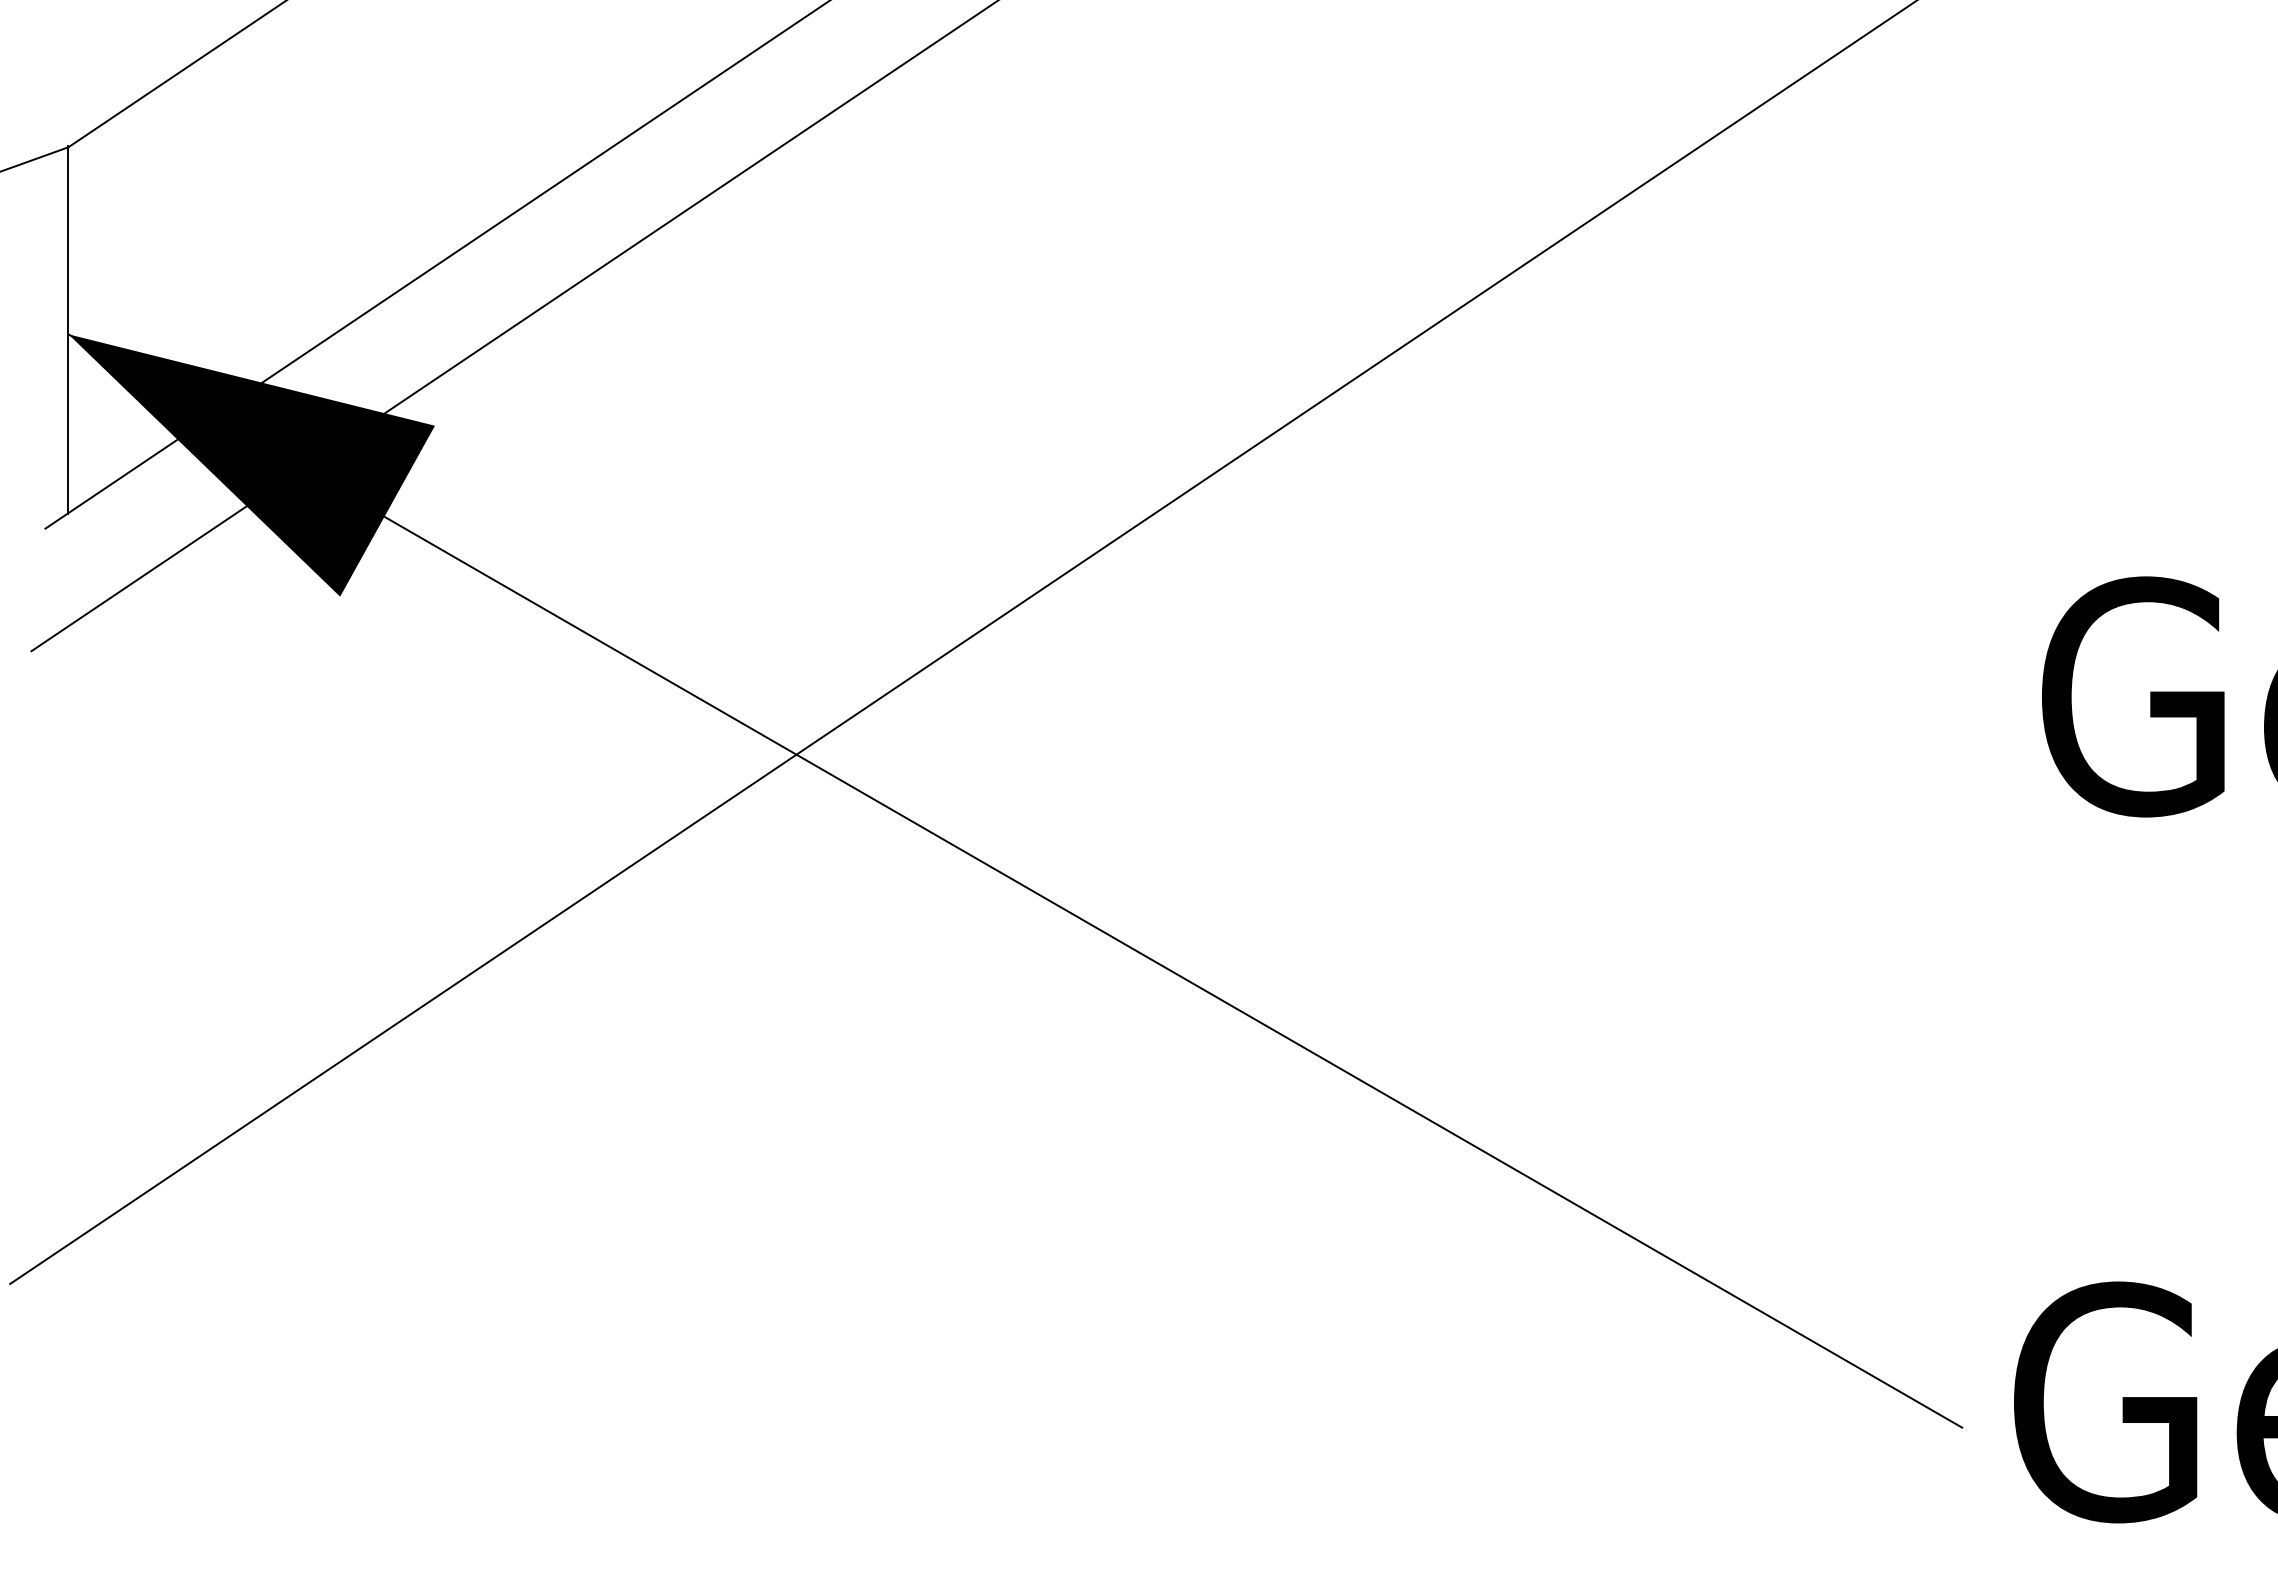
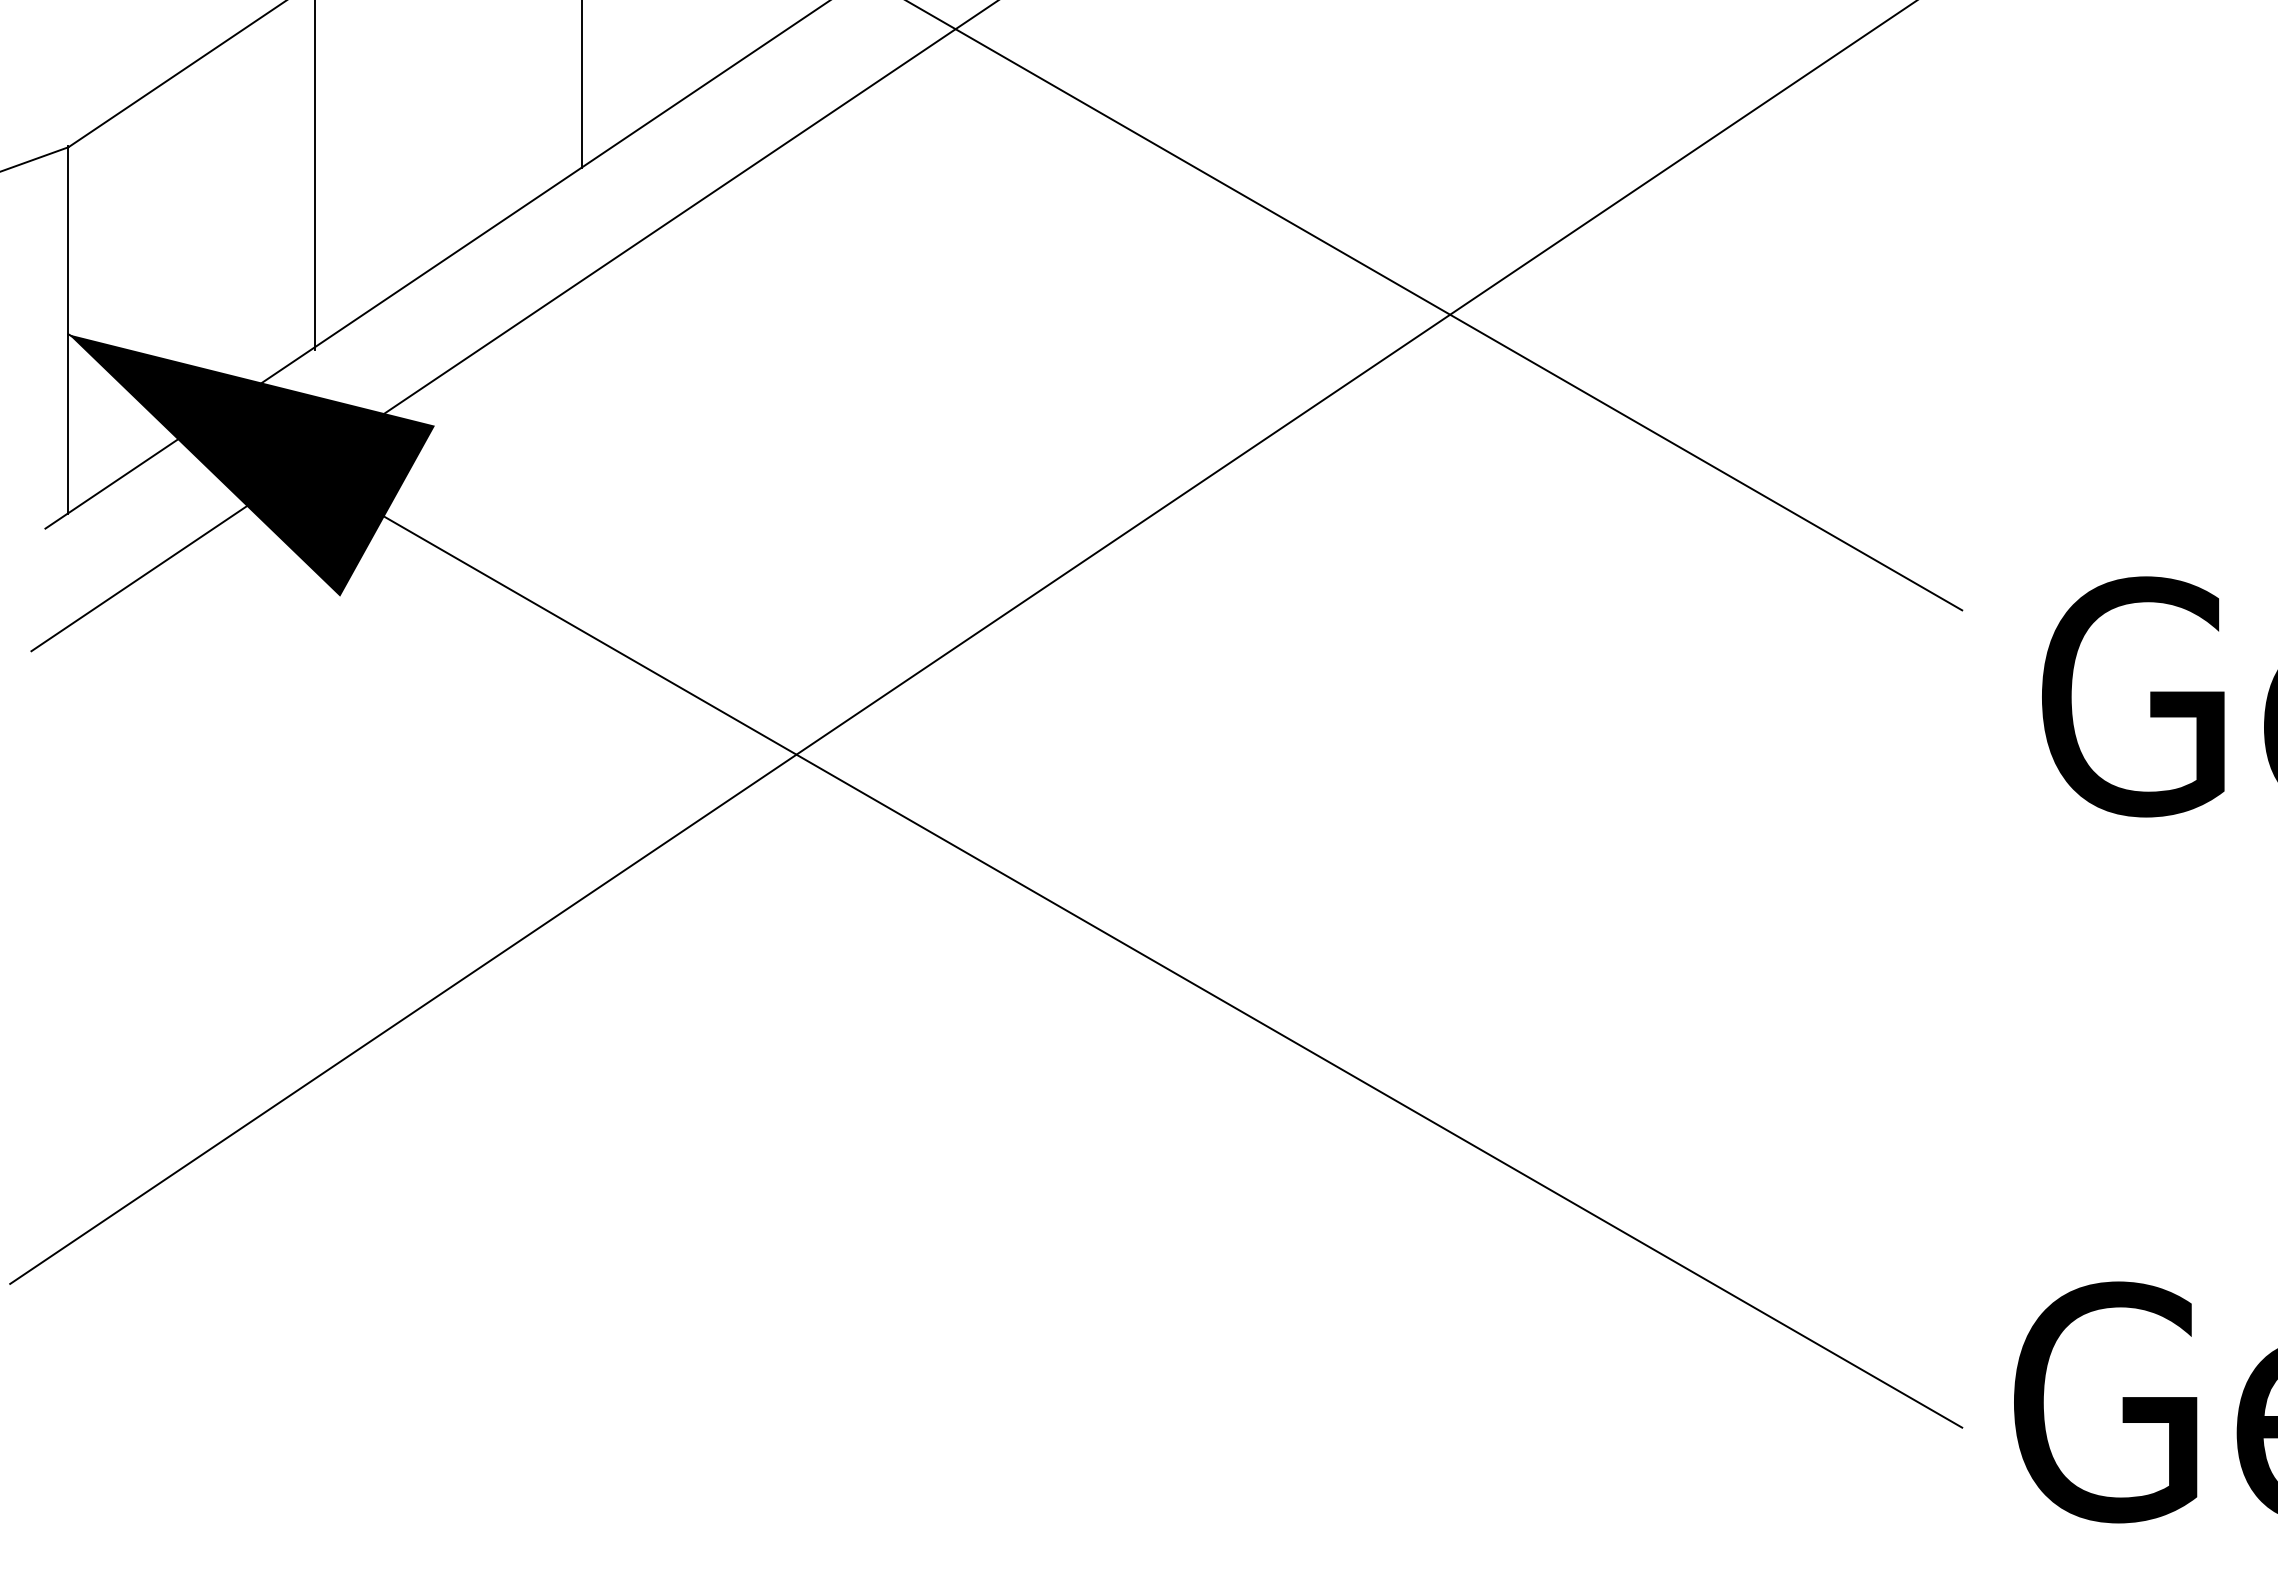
line at (581, 85): none -> present
line at (314, 176): none -> present
line at (1435, 306): none -> present
